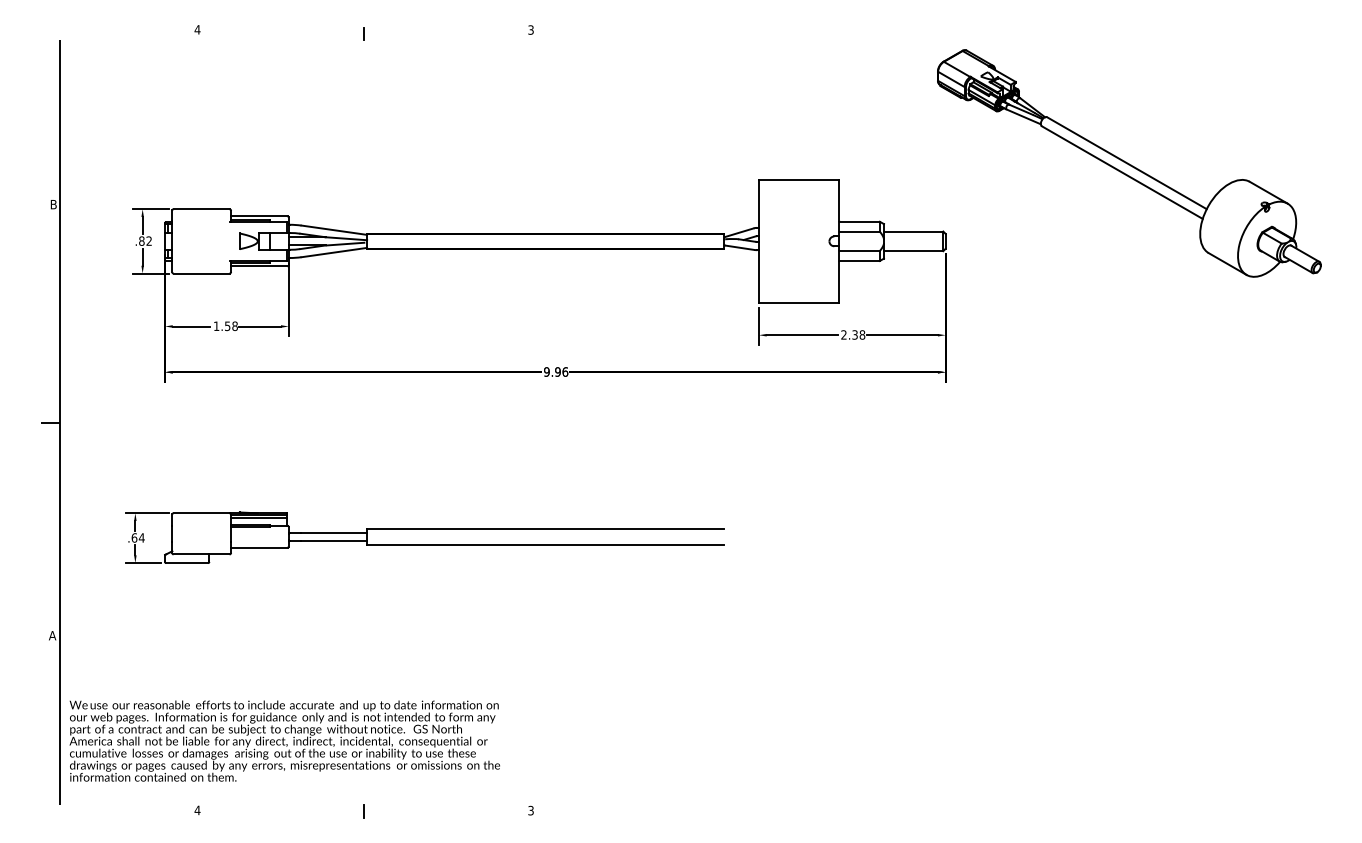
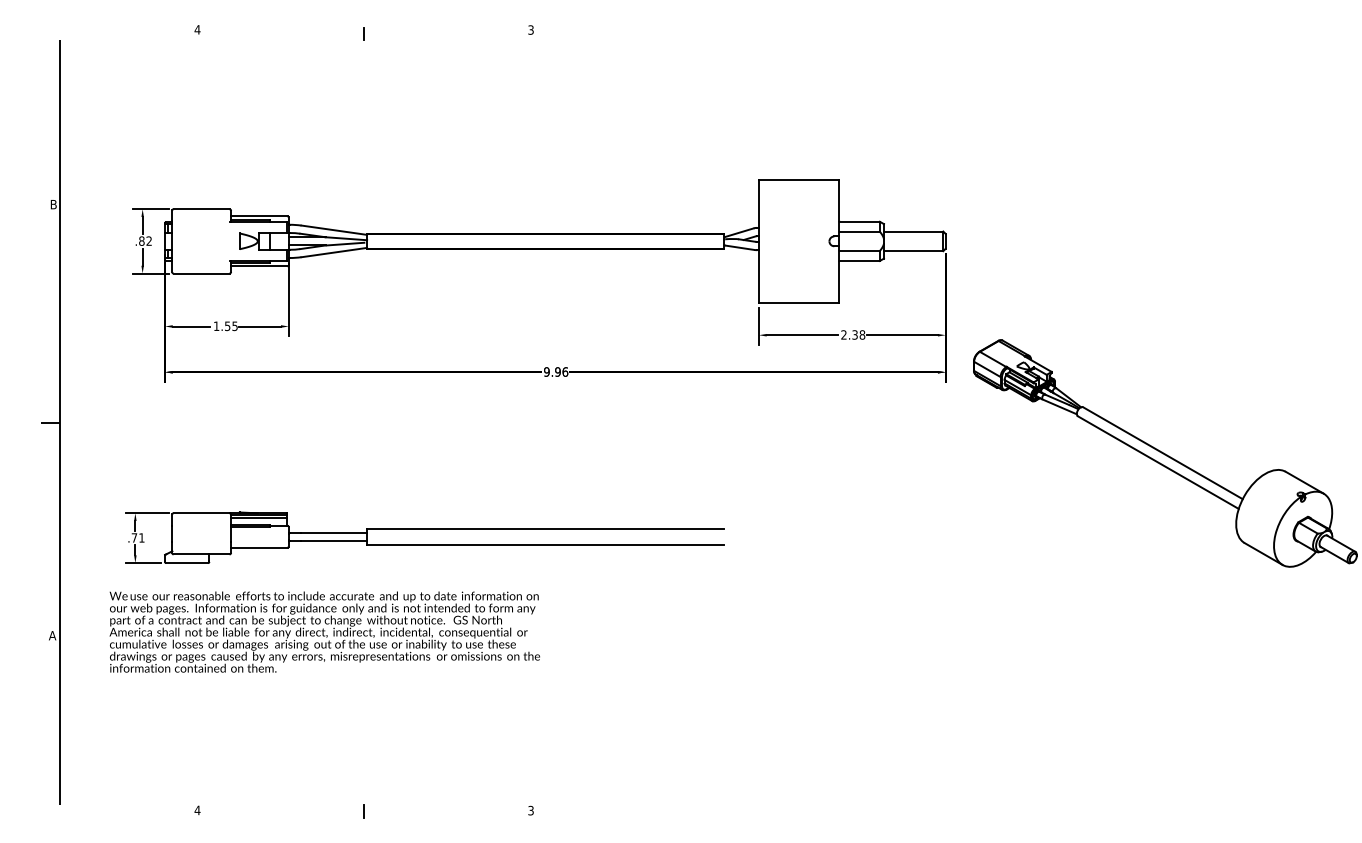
part at (1129, 163) position: (1129, 163) -> (1165, 453)
text at (234, 325): 1.58 -> 1.55
text at (137, 537): .64 -> .71
text at (284, 740) position: (284, 740) -> (324, 631)
